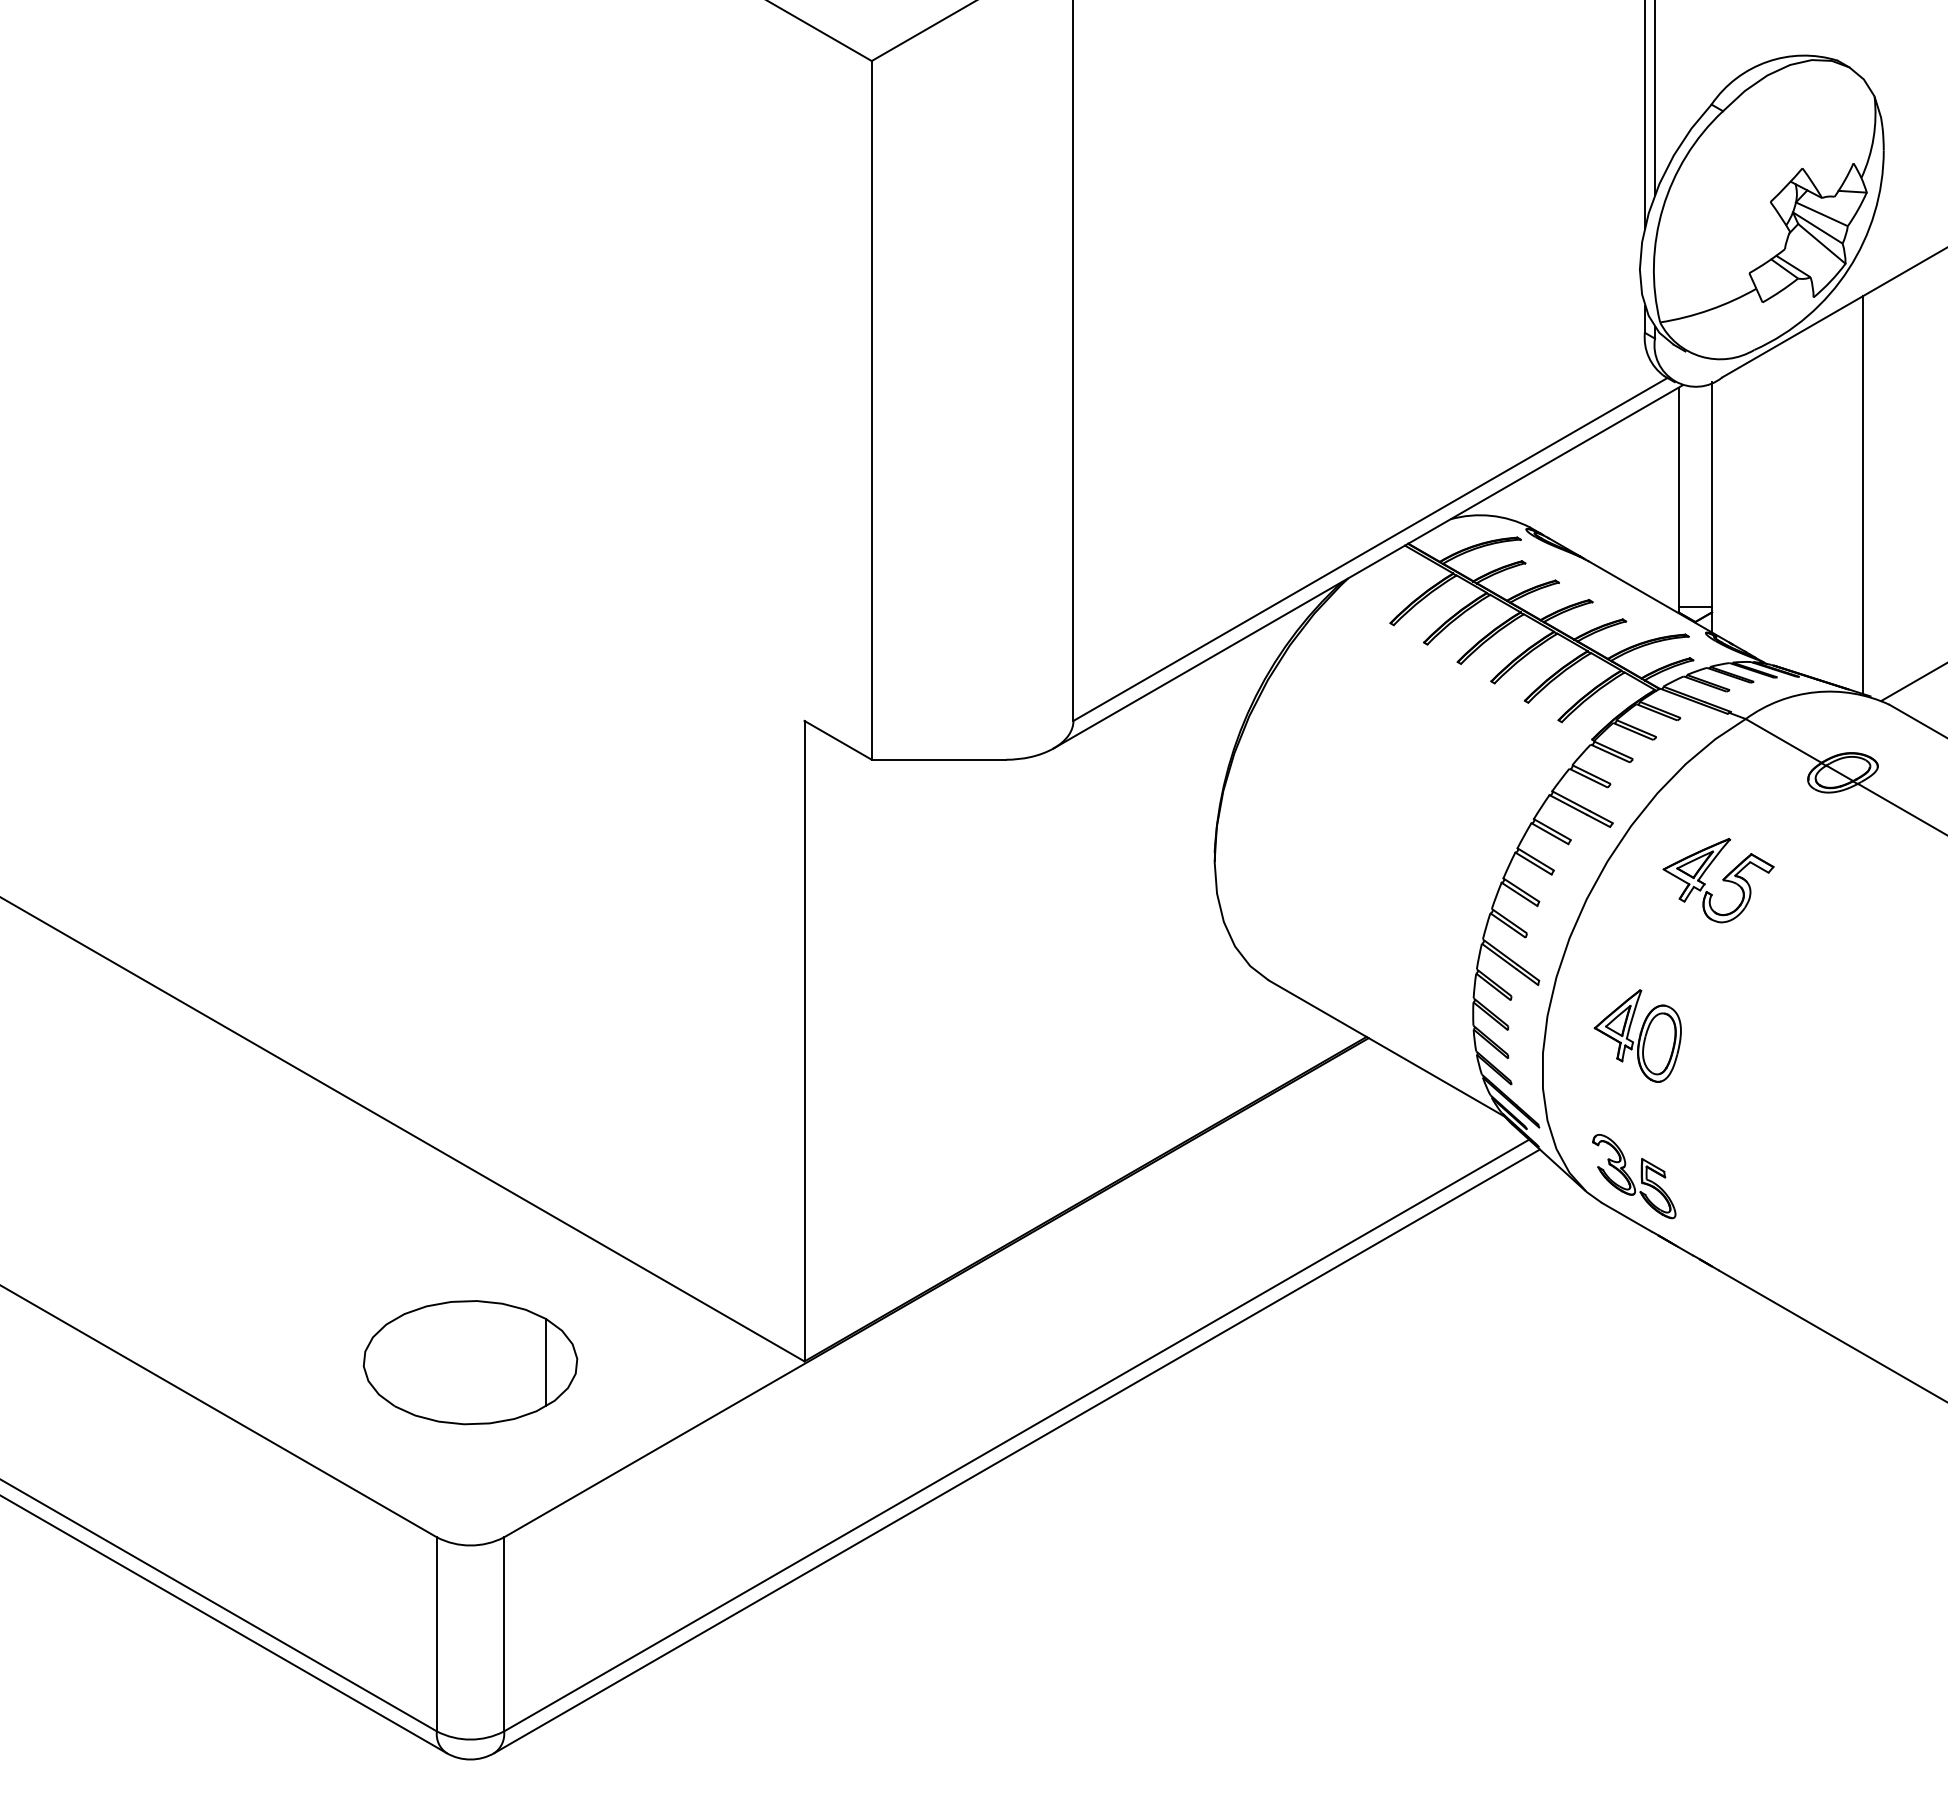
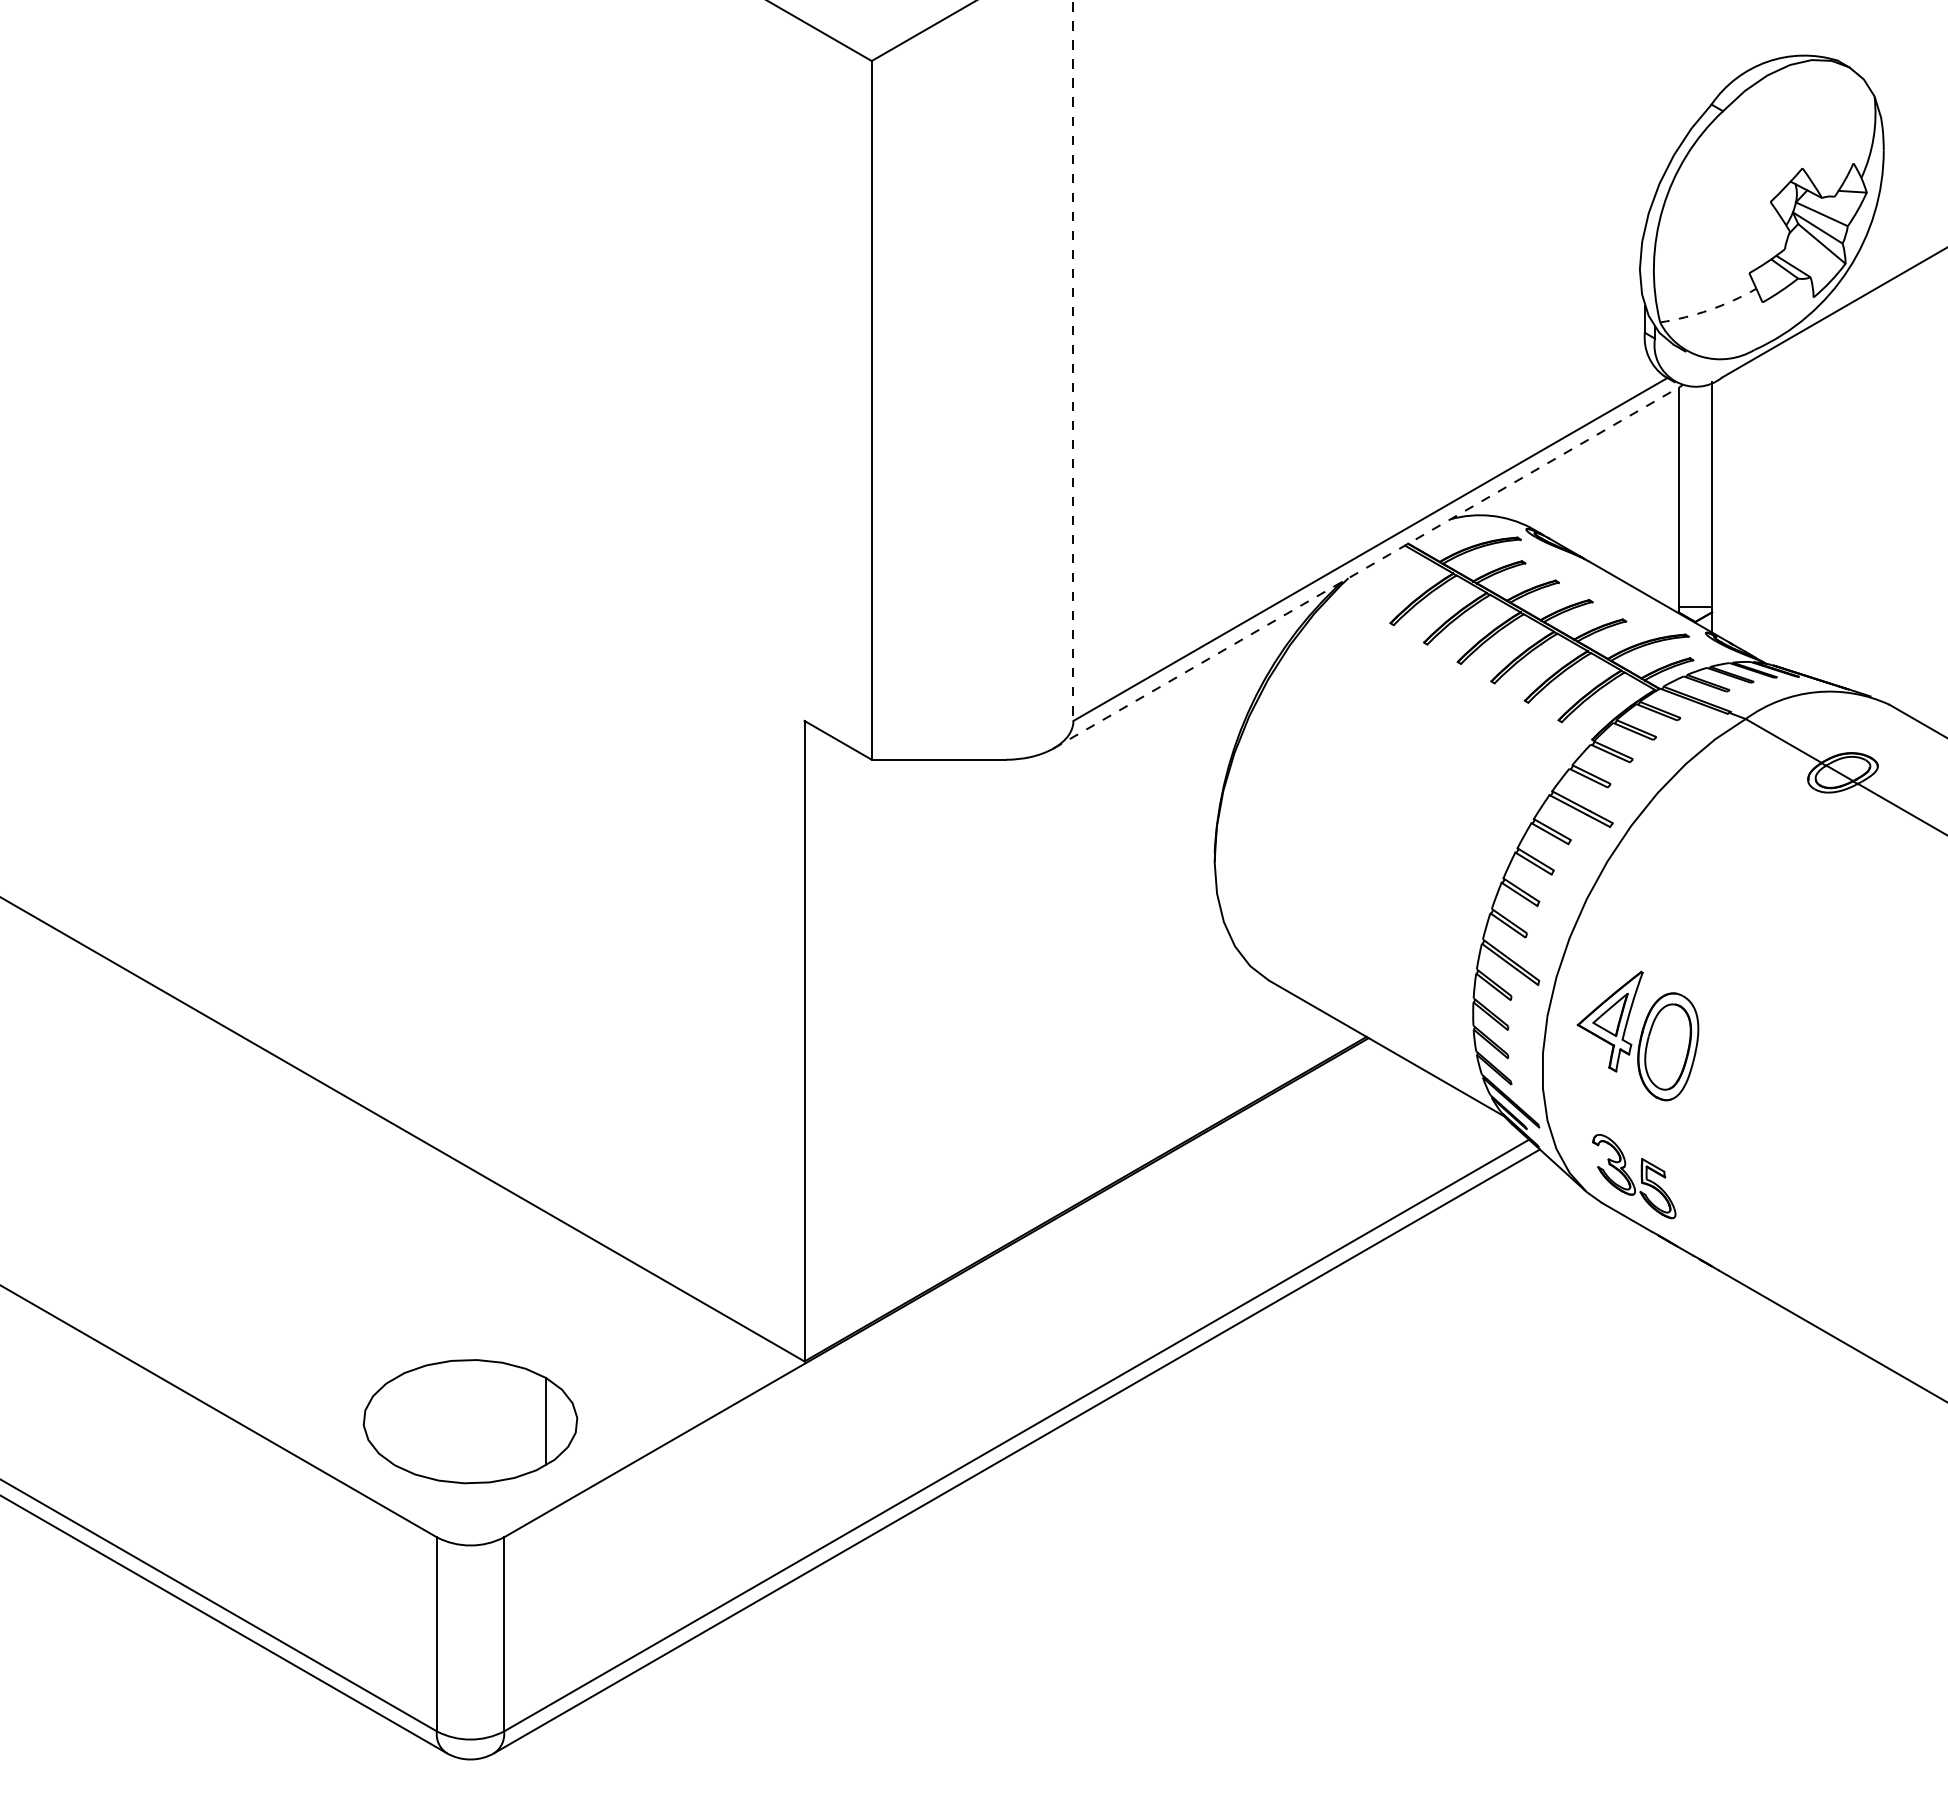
line at (1655, 98): present -> none
line at (1644, 114): present -> none
arc at (1709, 309): solid -> dashed
line at (1073, 361): solid -> dashed
line at (1863, 494): present -> none
line at (1368, 566): solid -> dashed
line at (1912, 682): present -> none
part at (1718, 880): present -> none
part at (1637, 1035) size: 89x94 px -> 124x131 px
part at (470, 1362) position: (470, 1362) -> (470, 1421)
